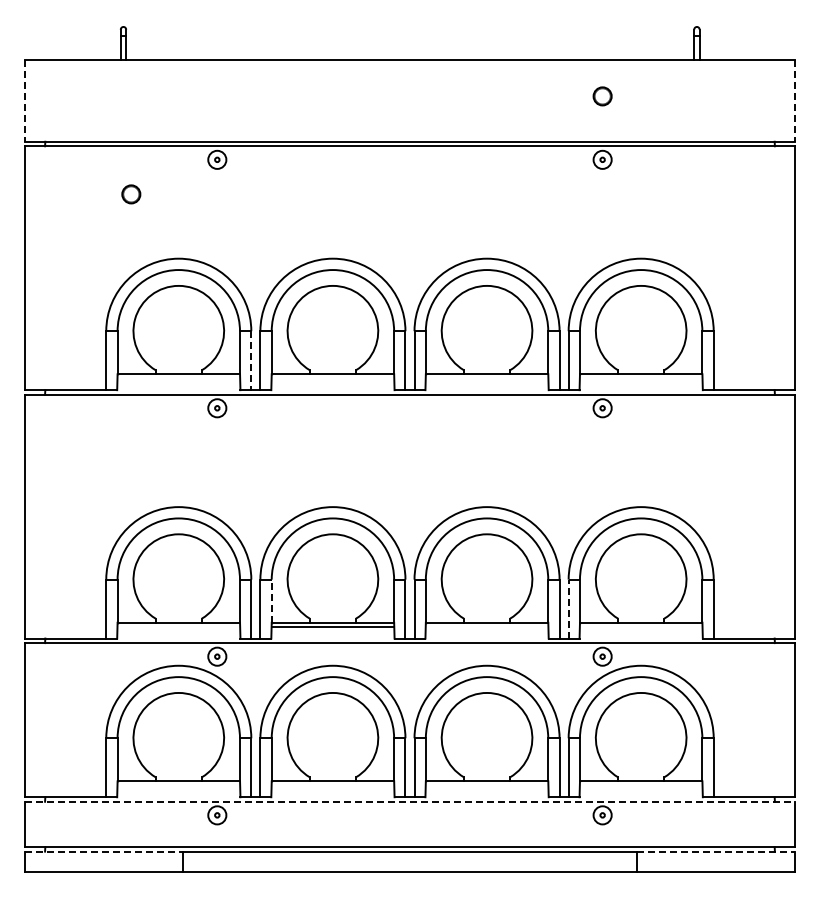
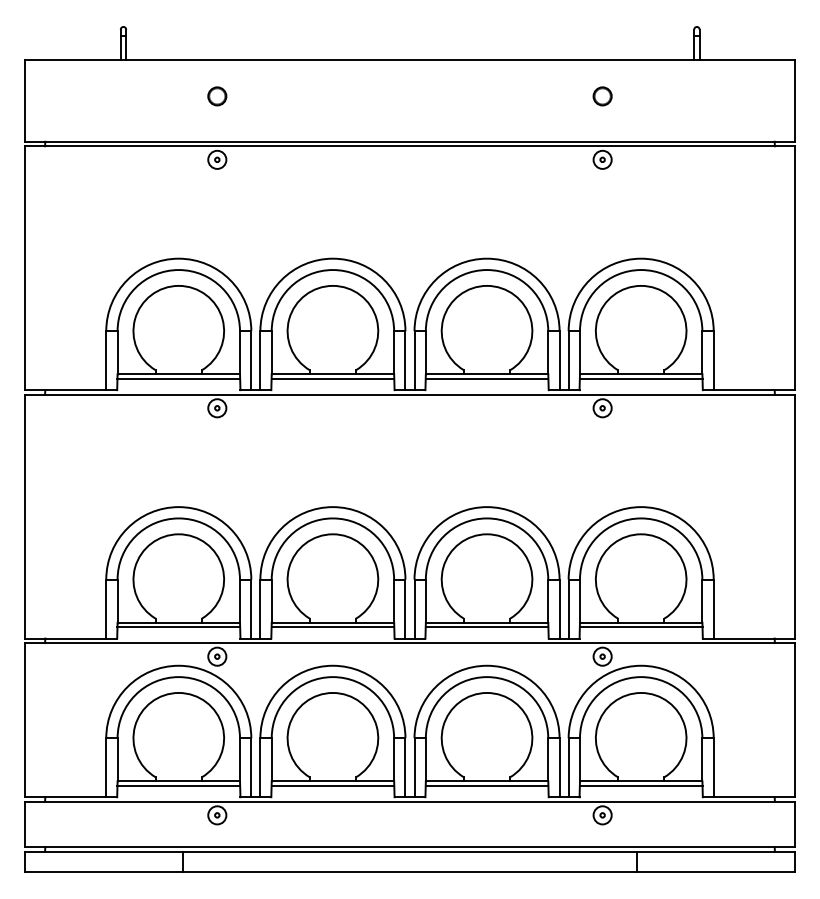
line at (24, 100): dashed -> solid
line at (795, 100): dashed -> solid
circle at (131, 194) position: (131, 194) -> (217, 96)
line at (251, 361): dashed -> solid
line at (178, 378): none -> present
line at (332, 378): none -> present
line at (486, 378): none -> present
line at (640, 378): none -> present
line at (271, 601): dashed -> solid
line at (568, 608): dashed -> solid
line at (178, 627): none -> present
line at (486, 627): none -> present
line at (640, 627): none -> present
line at (178, 785): none -> present
line at (332, 785): none -> present
line at (486, 785): none -> present
line at (640, 785): none -> present
line at (410, 801): dashed -> solid
line at (104, 851): dashed -> solid
line at (716, 851): dashed -> solid
